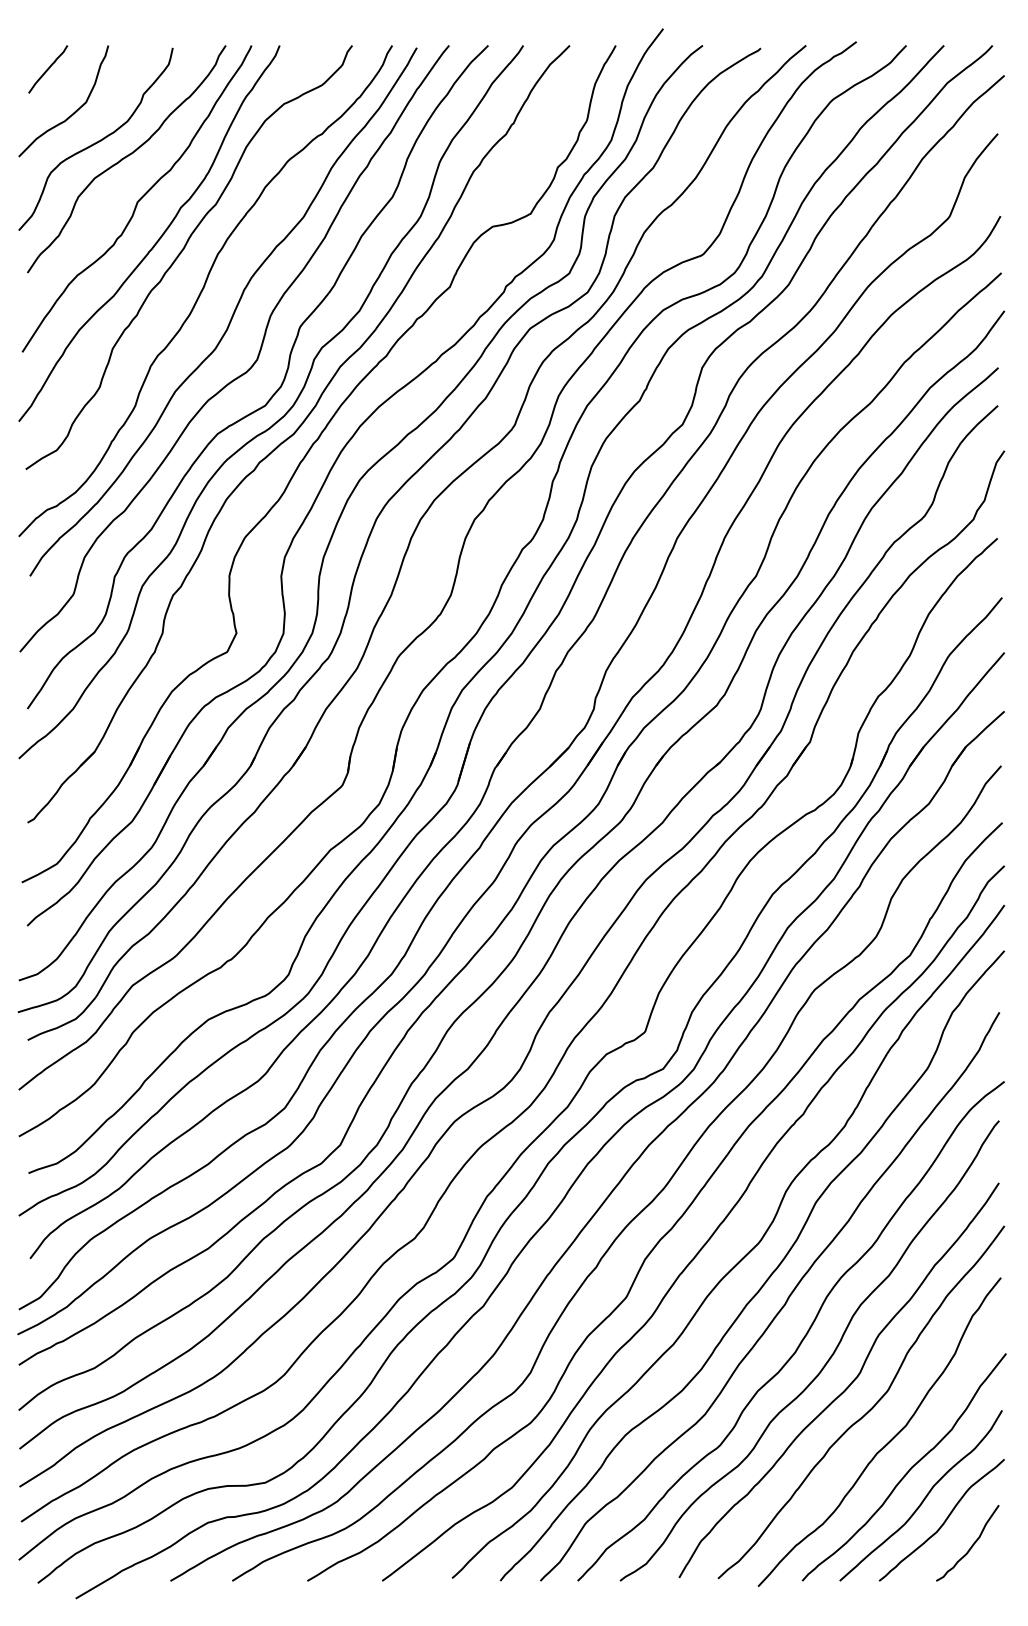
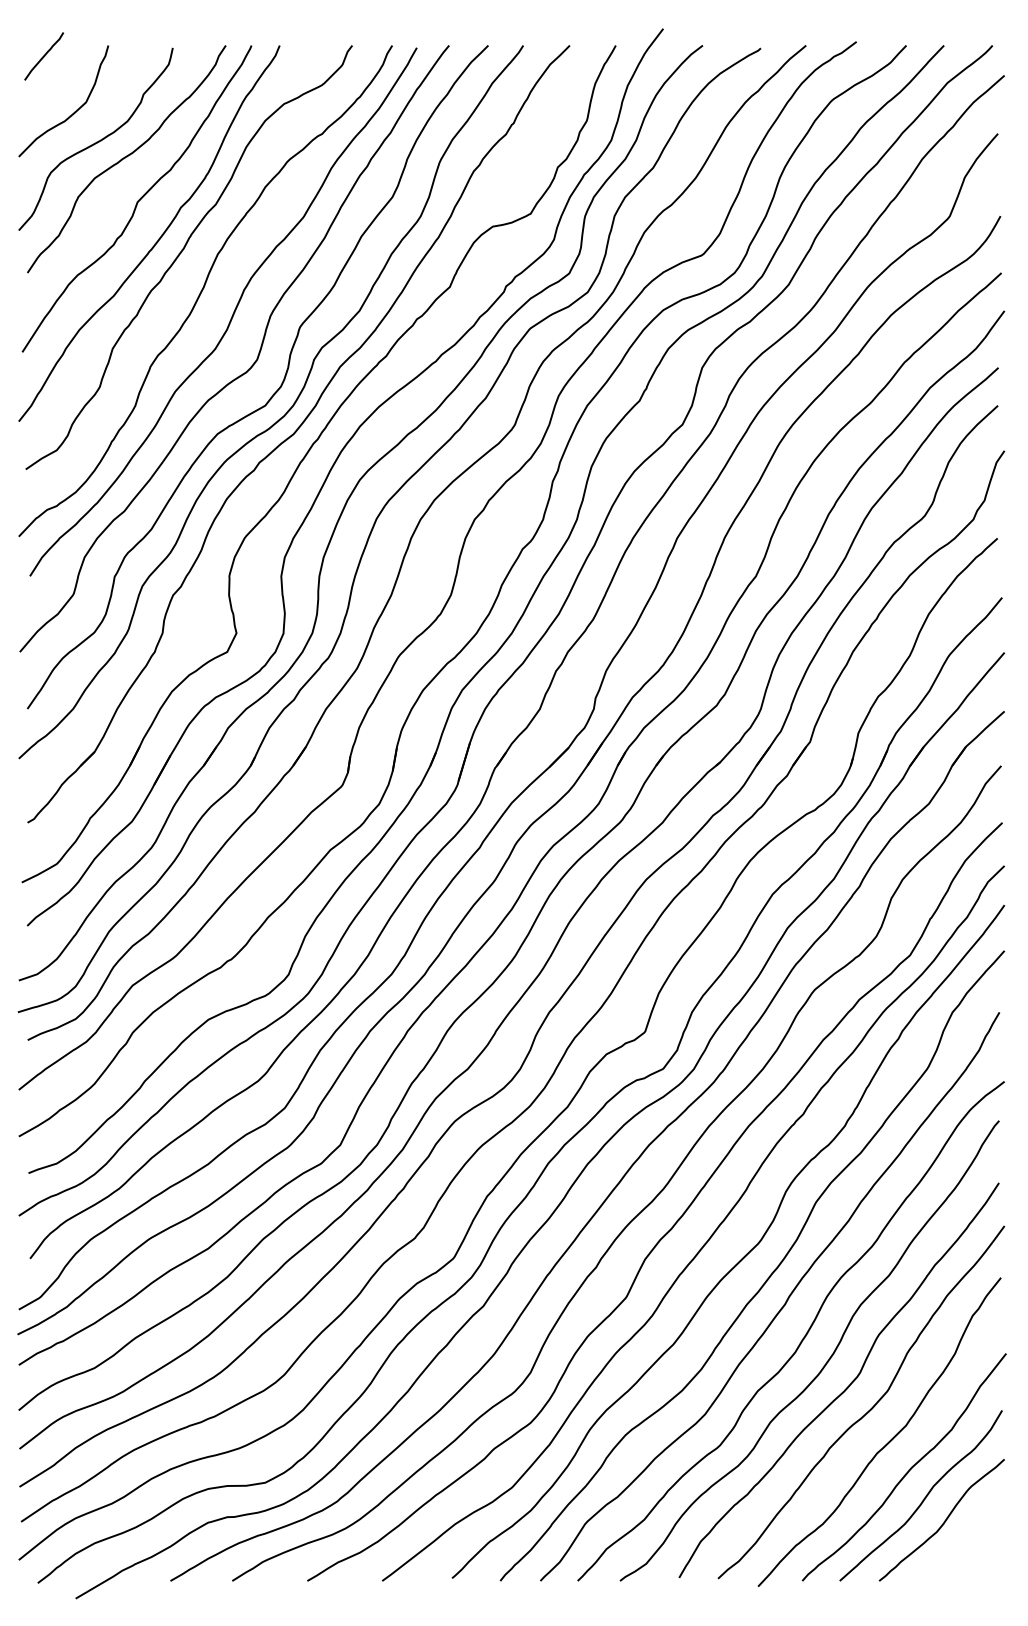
line at (48, 69) position: (48, 69) -> (44, 56)
curve at (970, 1546): present -> none
